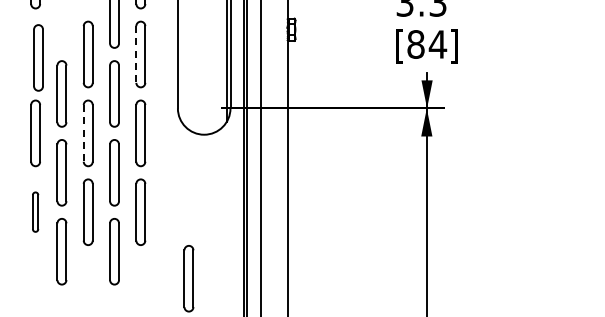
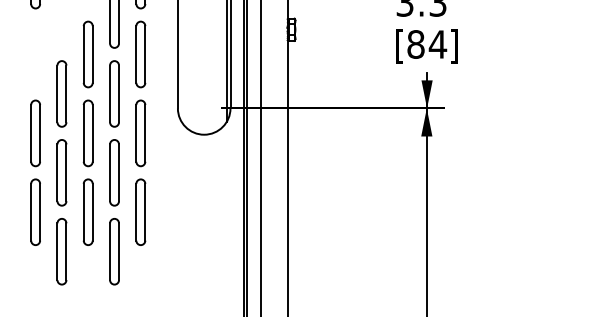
line at (136, 55): dashed -> solid
part at (38, 57): present -> none
line at (83, 133): dashed -> solid
part at (35, 211) size: 8x42 px -> 11x68 px
part at (188, 278): present -> none
